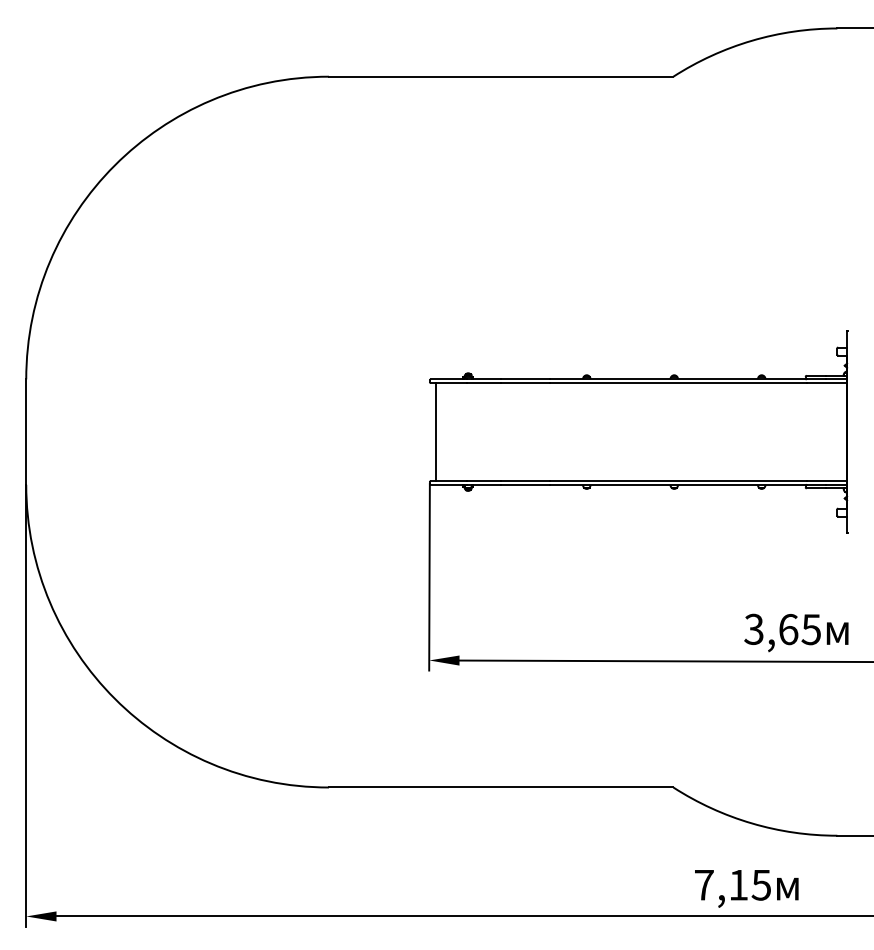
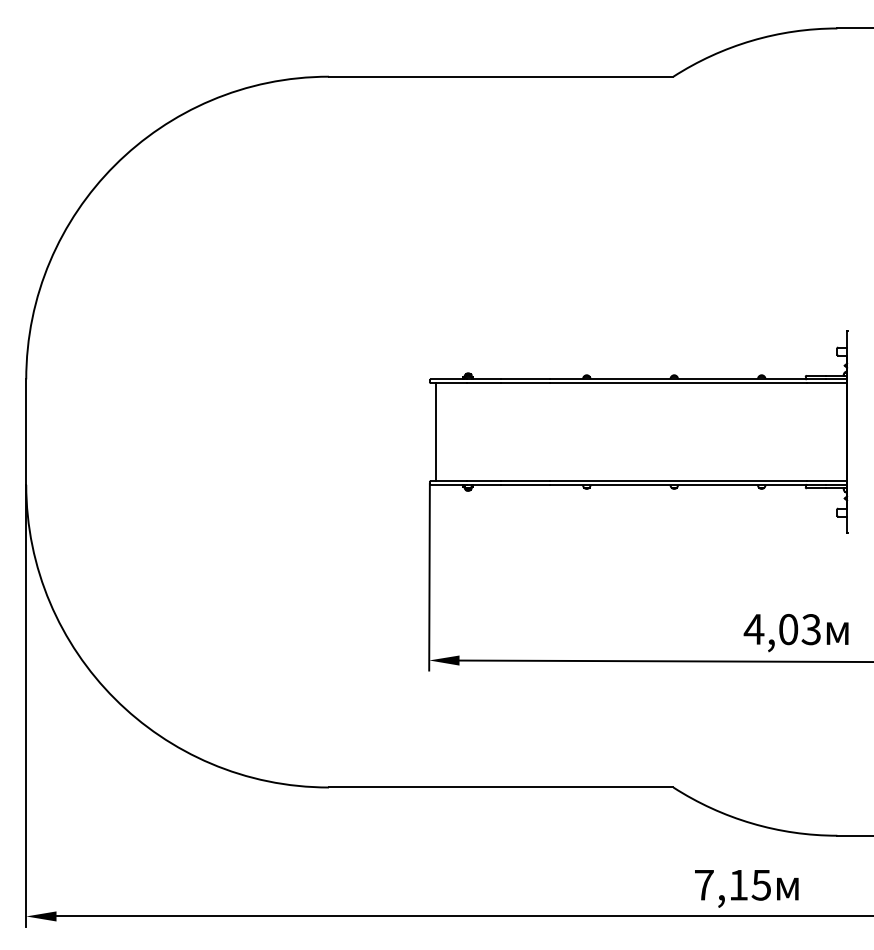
text at (781, 629): 3,65 -> 4,03
